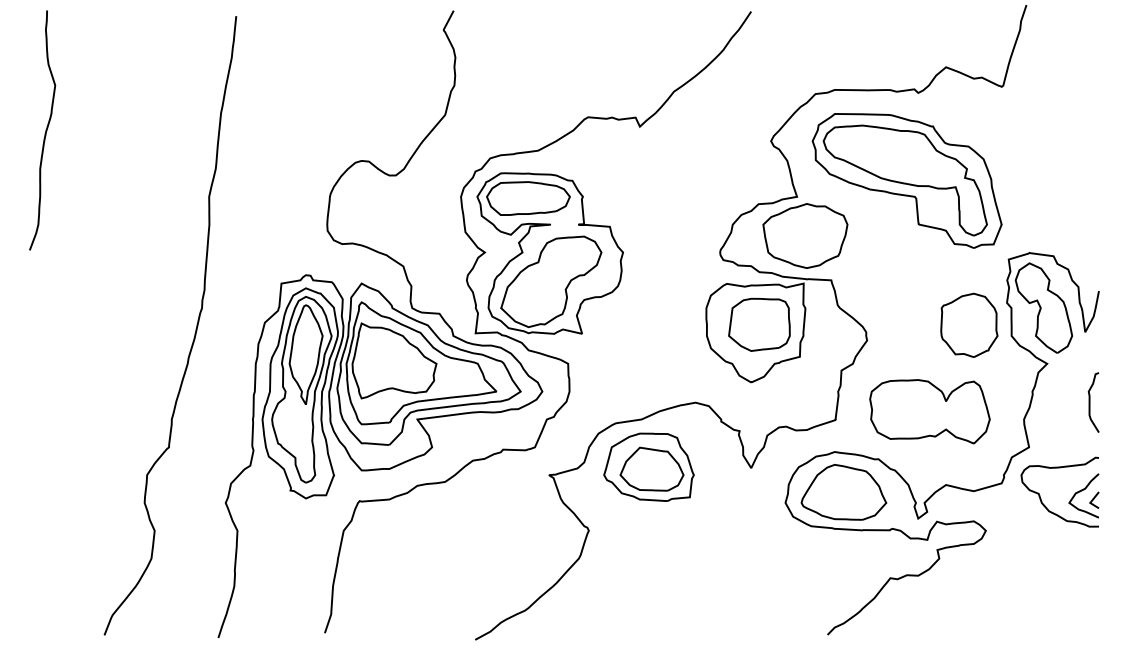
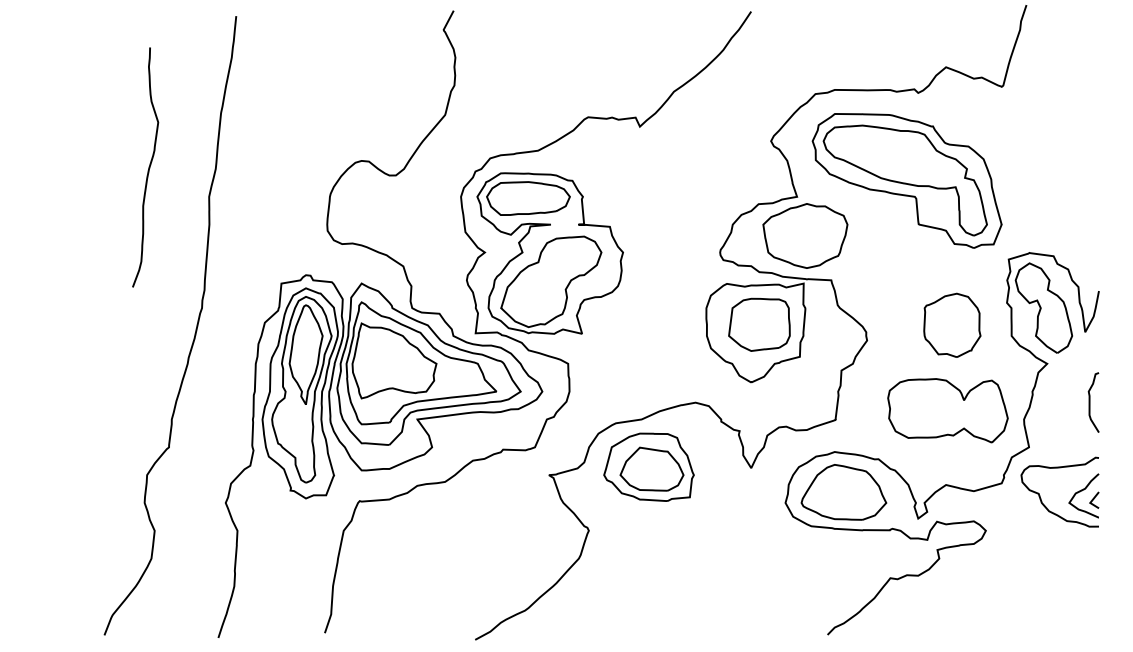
curve at (45, 130) position: (45, 130) -> (148, 167)
part at (969, 324) position: (969, 324) -> (952, 324)
part at (929, 411) position: (929, 411) -> (947, 410)
